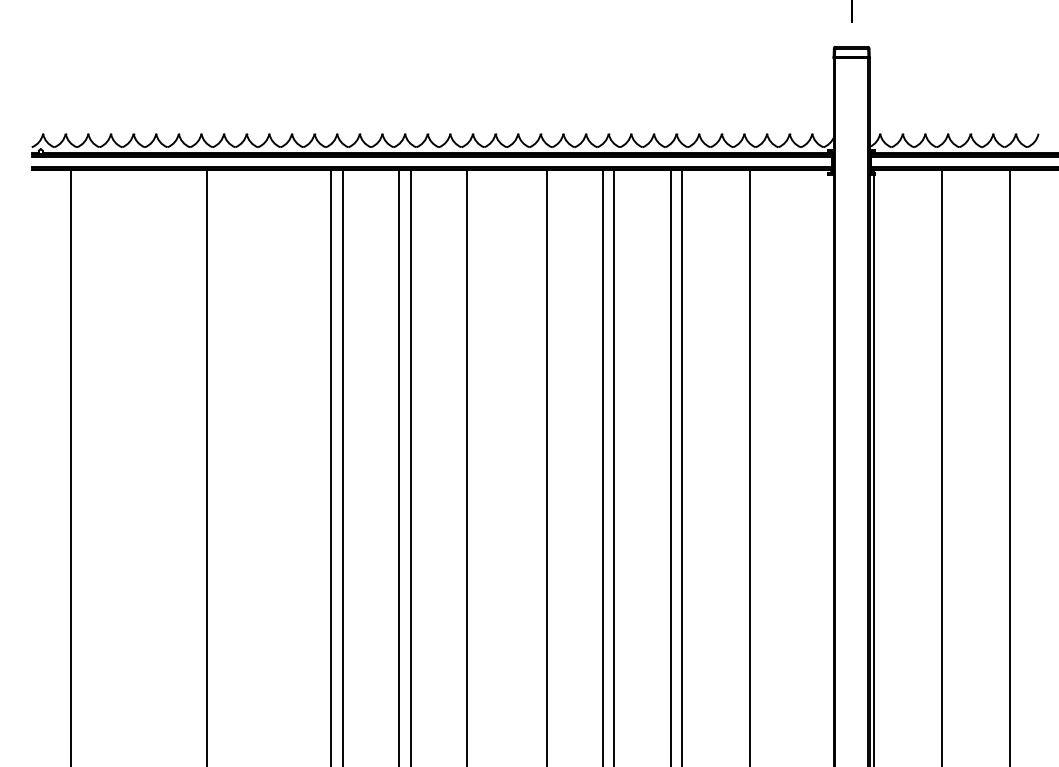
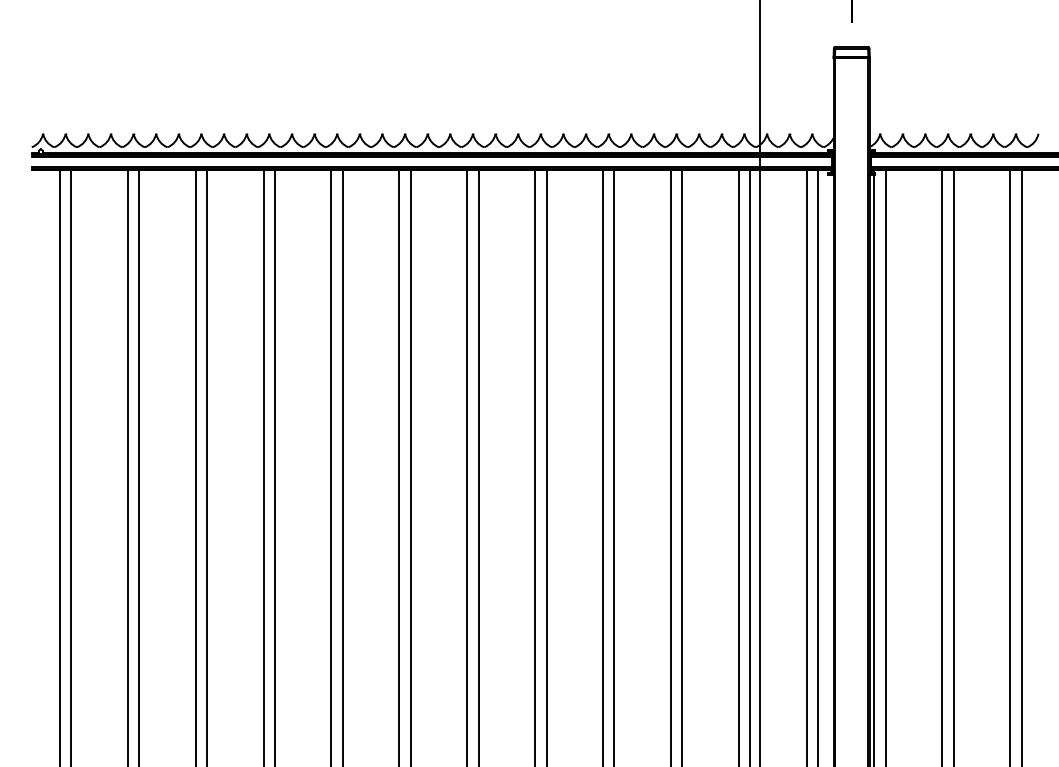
line at (759, 382): none -> present
line at (59, 466): none -> present
line at (127, 466): none -> present
line at (139, 466): none -> present
line at (195, 466): none -> present
line at (263, 466): none -> present
line at (275, 466): none -> present
line at (478, 466): none -> present
line at (535, 466): none -> present
line at (738, 466): none -> present
line at (806, 466): none -> present
line at (818, 466): none -> present
line at (885, 466): none -> present
line at (953, 466): none -> present
line at (1021, 466): none -> present
